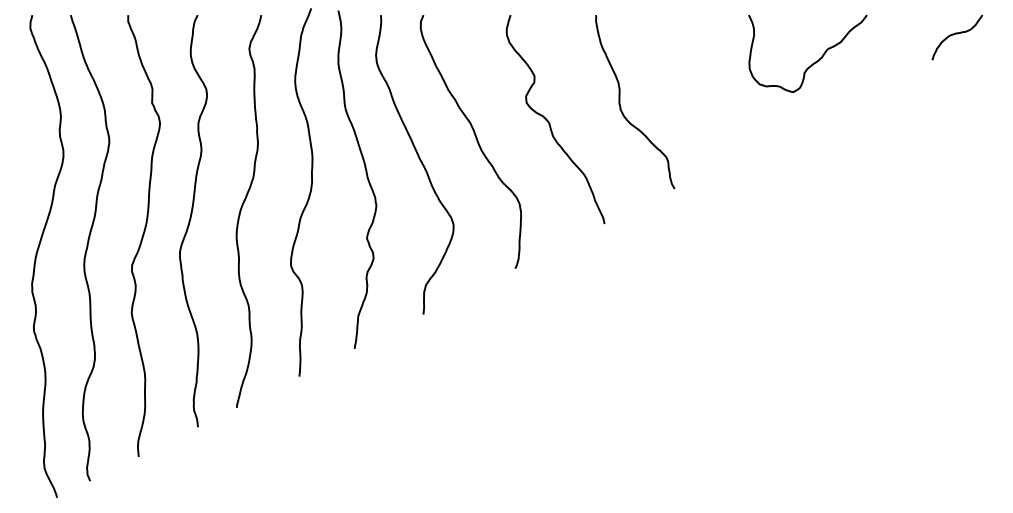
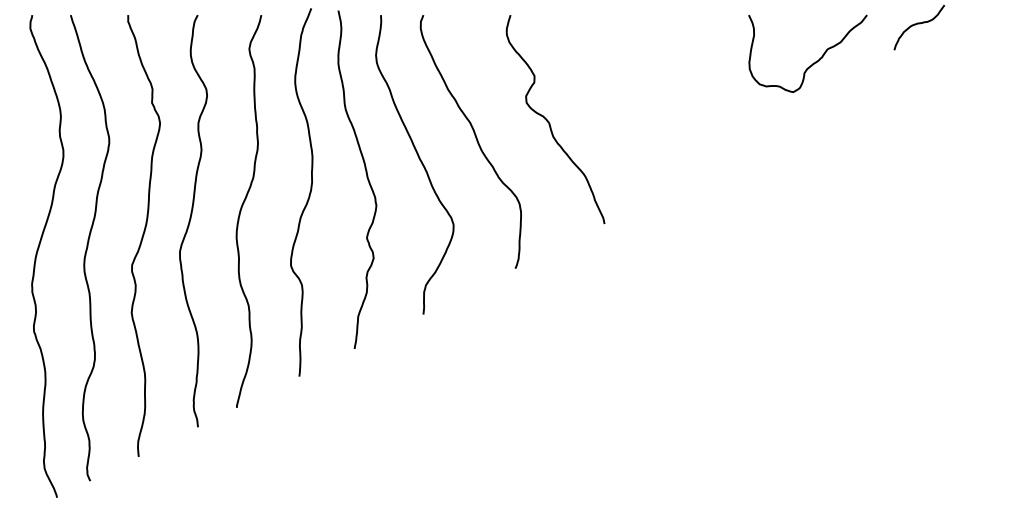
curve at (957, 34) position: (957, 34) -> (919, 24)
curve at (621, 106): present -> none
